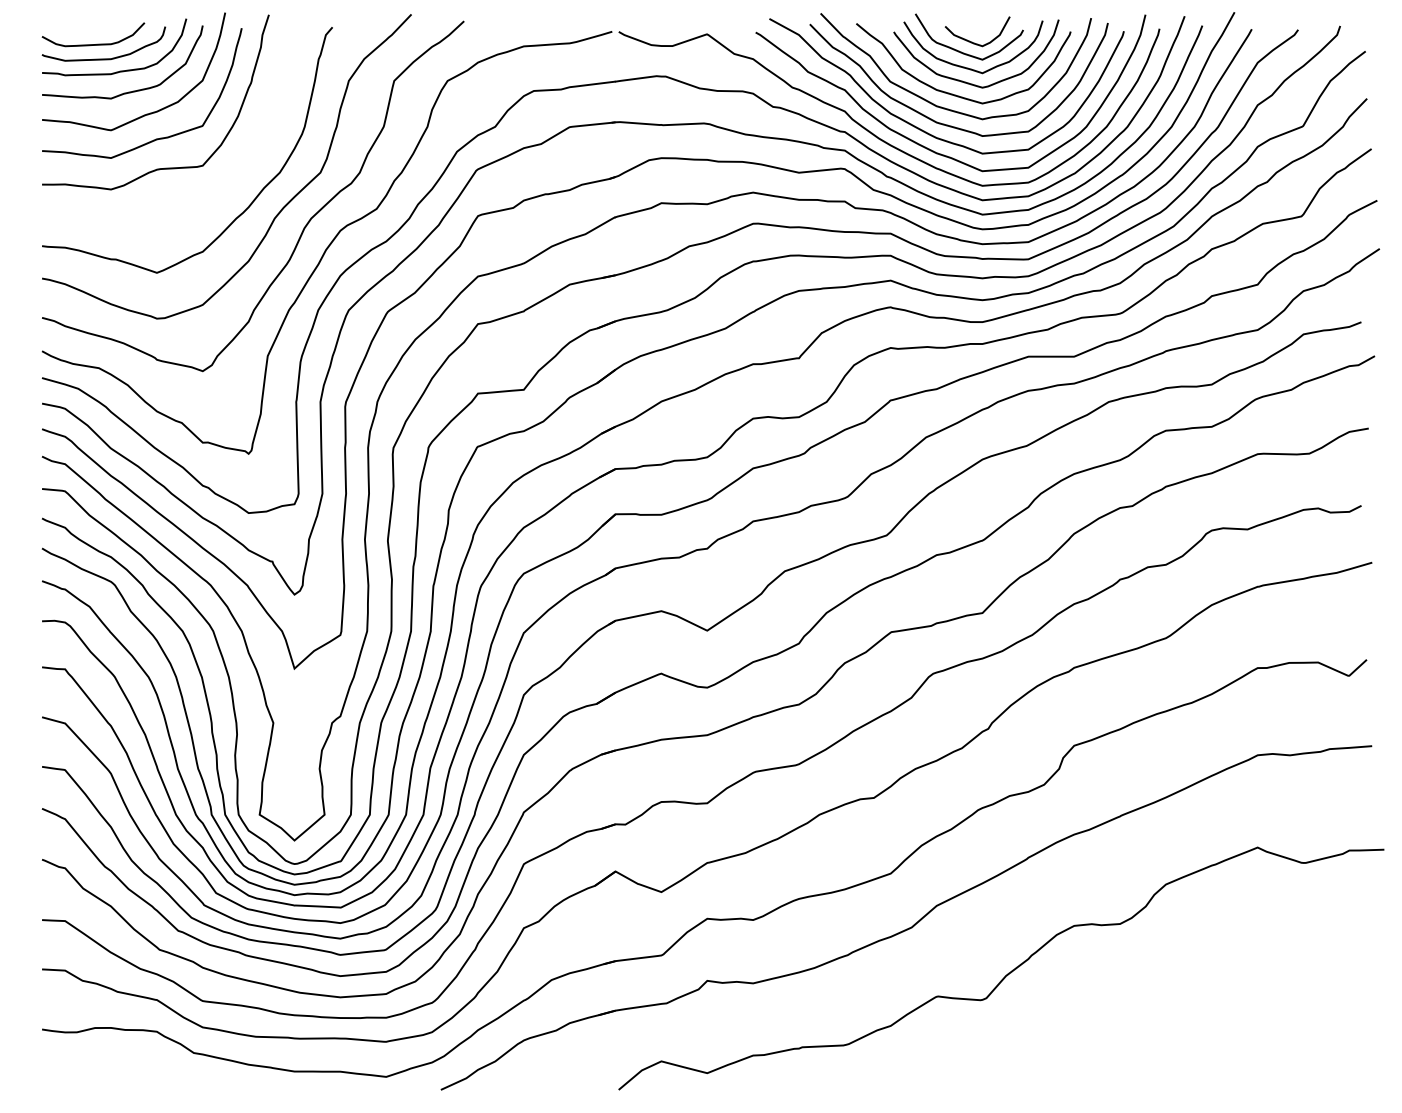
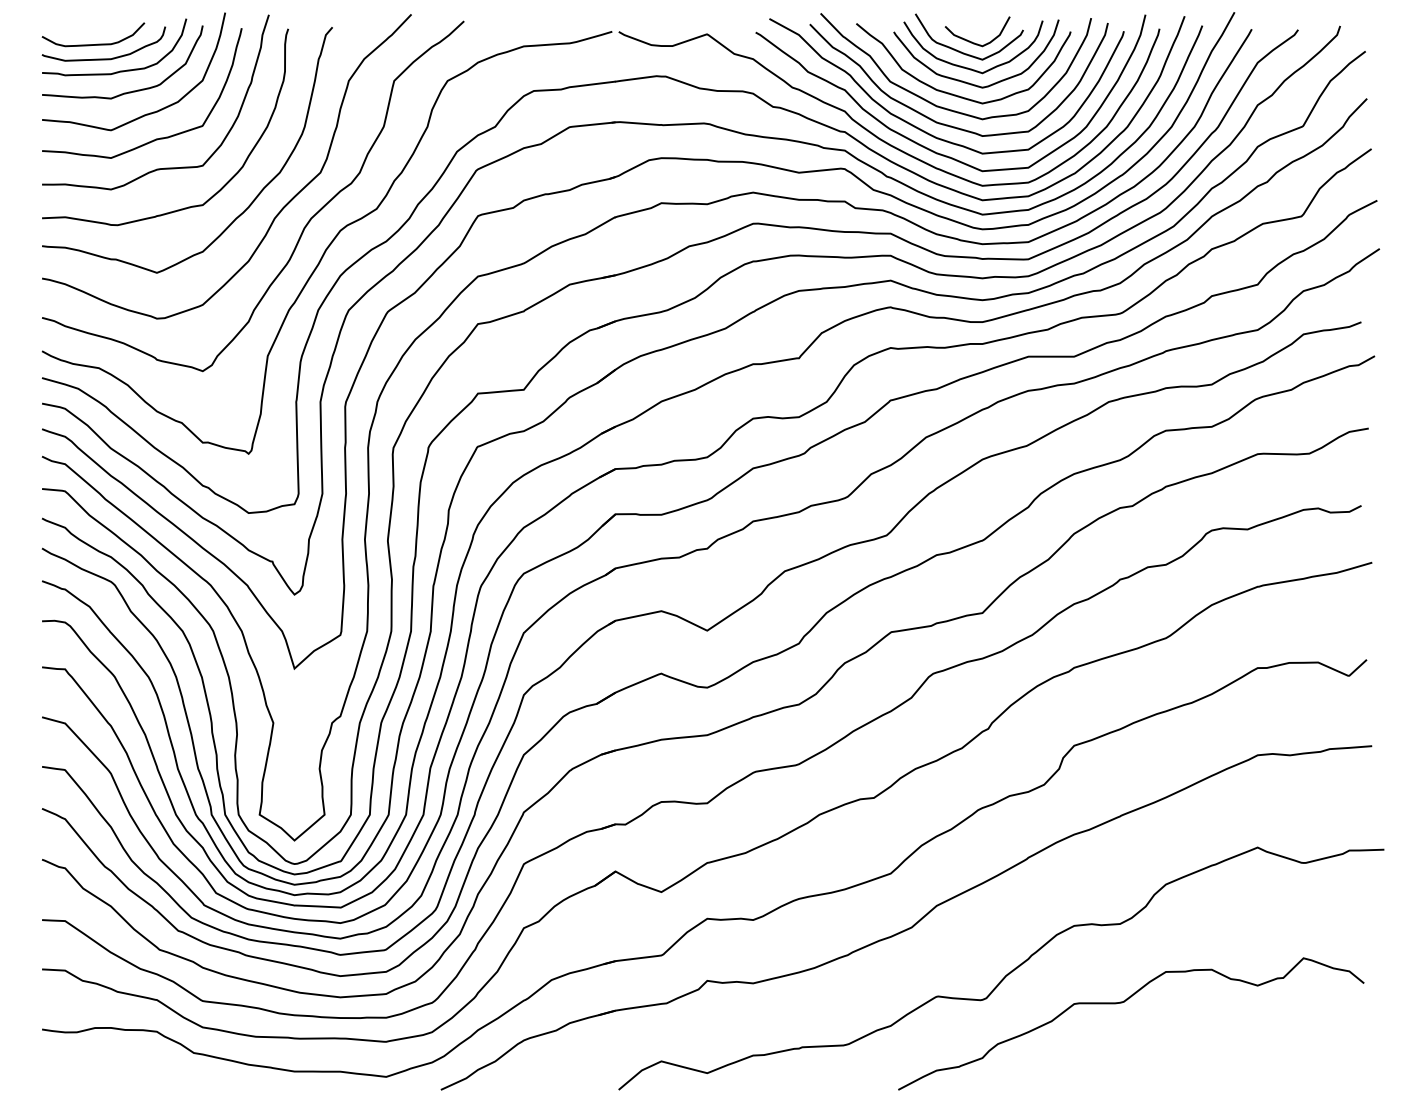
curve at (223, 185): none -> present
curve at (1122, 1003): none -> present
